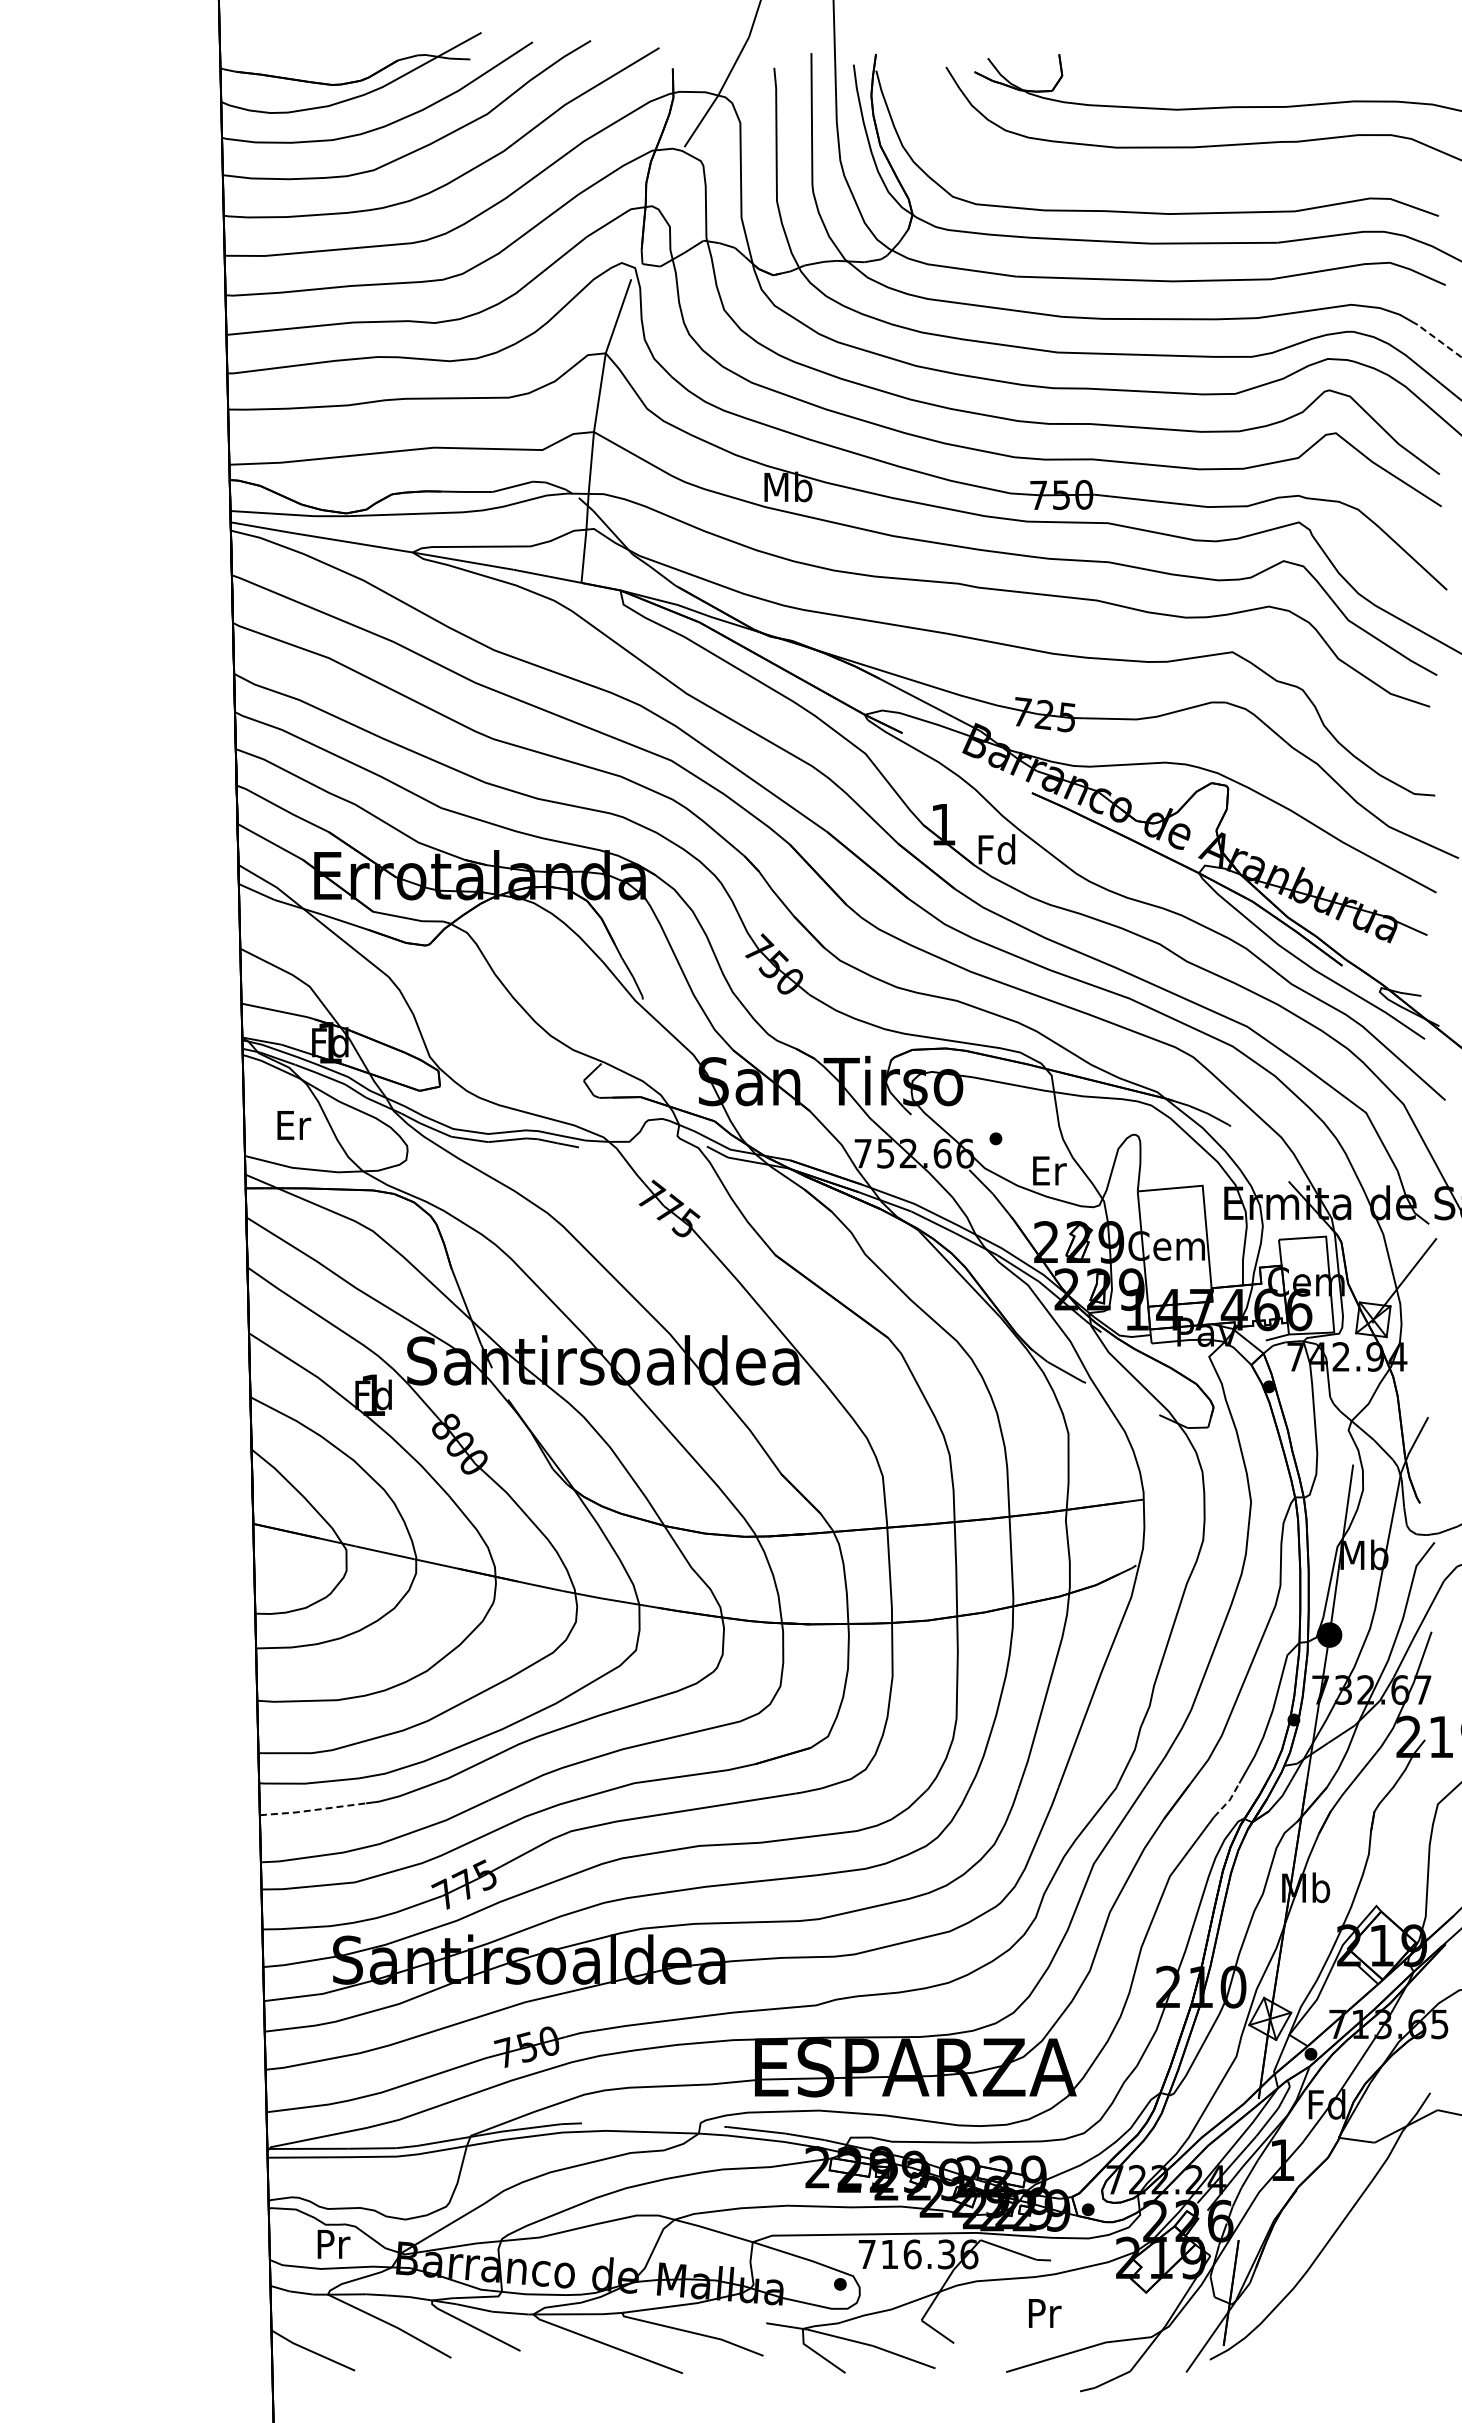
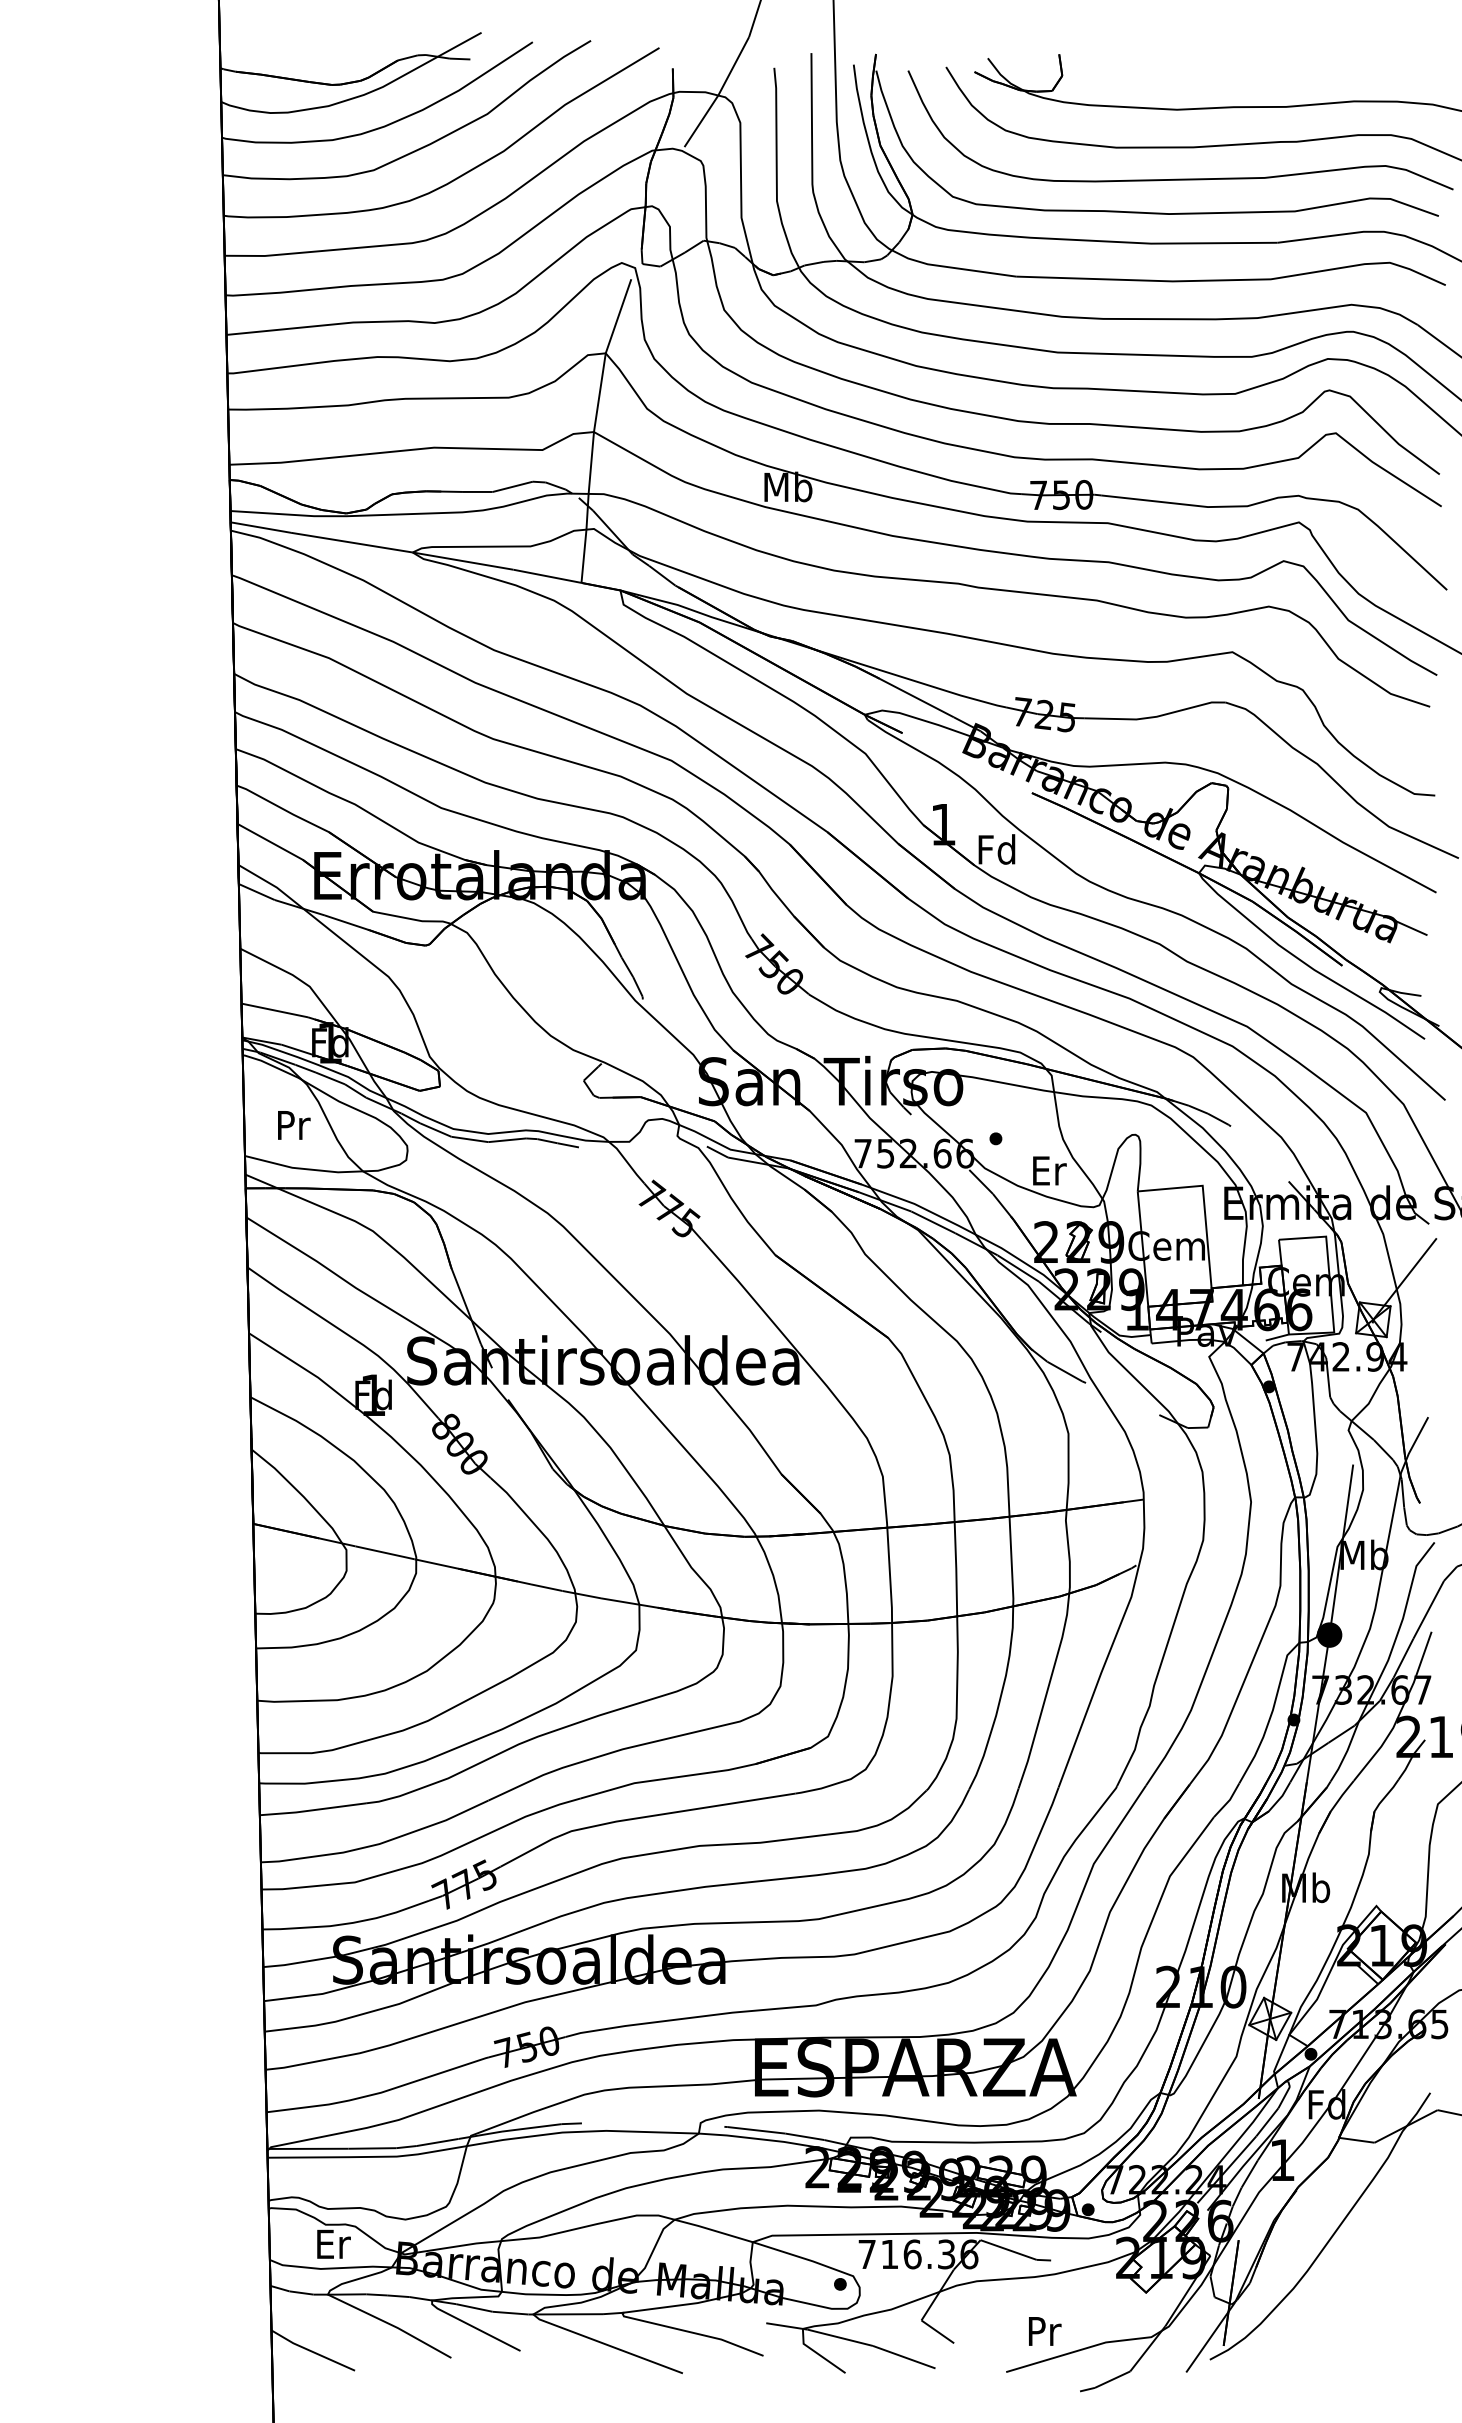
curve at (1180, 178): none -> present
line at (1439, 340): dashed -> solid
text at (294, 1125): Er -> Pr
line at (1228, 1801): dashed -> solid
line at (312, 1810): dashed -> solid
text at (333, 2243): Pr -> Er
text at (1045, 2313) position: (1045, 2313) -> (1045, 2331)
